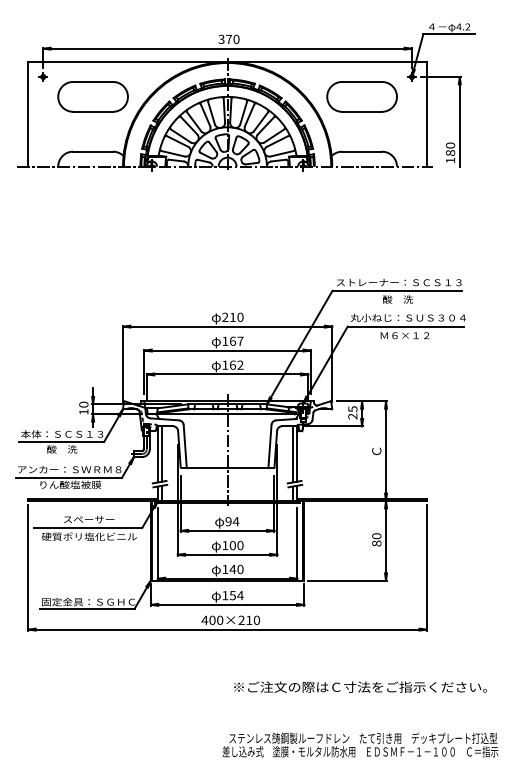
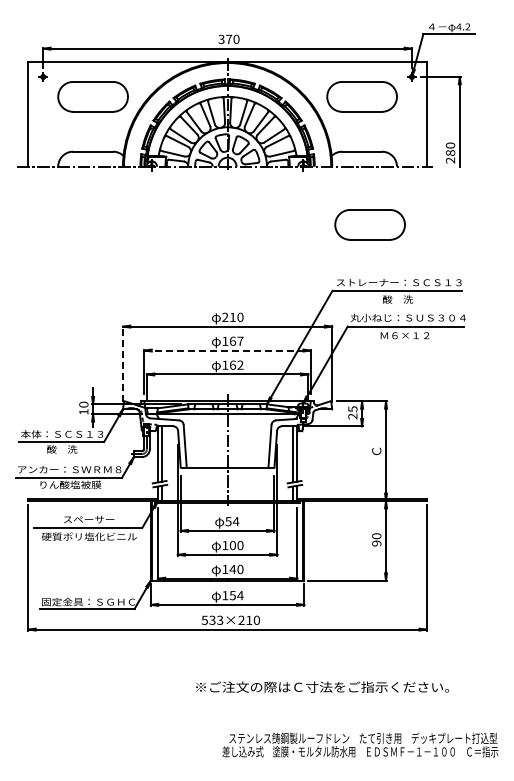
text at (449, 160): 180 -> 280
part at (369, 224): none -> present
line at (228, 350): solid -> dashed
line at (122, 363): solid -> dashed
text at (228, 521): 94 -> 54
text at (376, 543): 80 -> 90
text at (212, 619): 400×210 -> 533×210
text at (360, 686) position: (360, 686) -> (322, 686)
